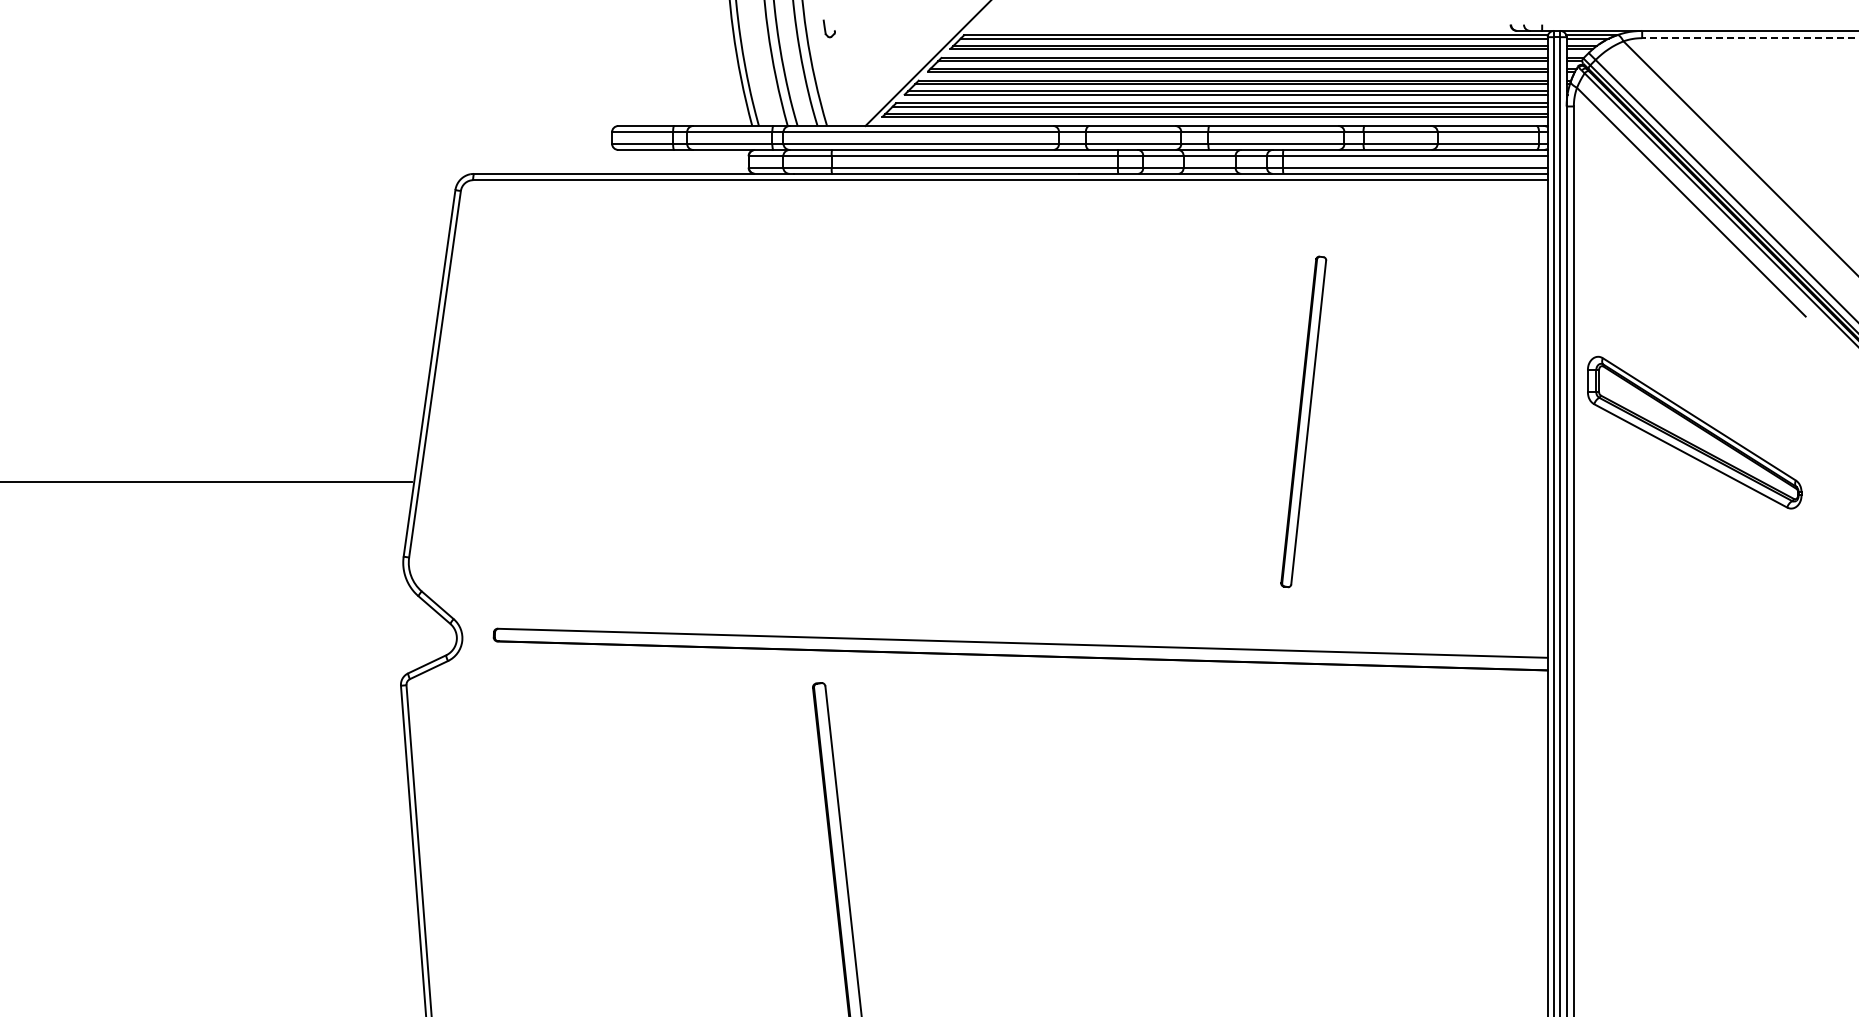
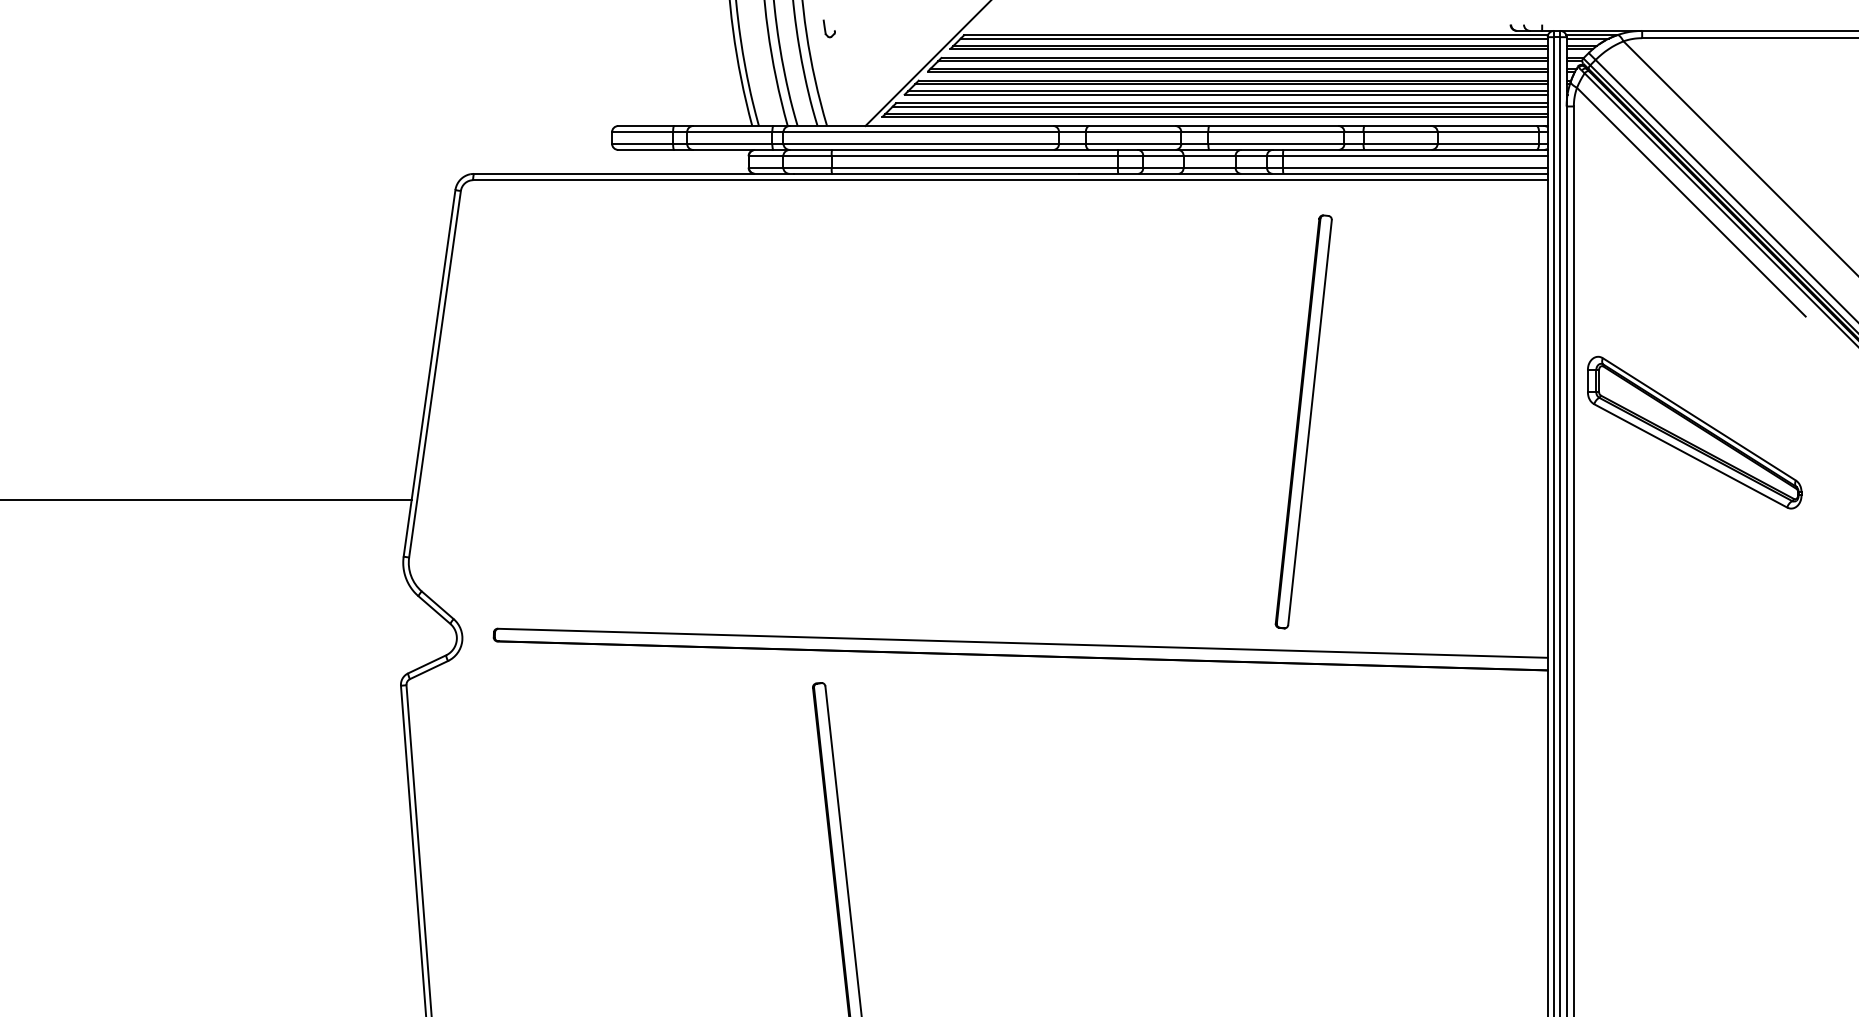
line at (1750, 38): dashed -> solid
part at (1303, 421) size: 48x334 px -> 59x416 px
line at (206, 482) position: (206, 482) -> (206, 500)
